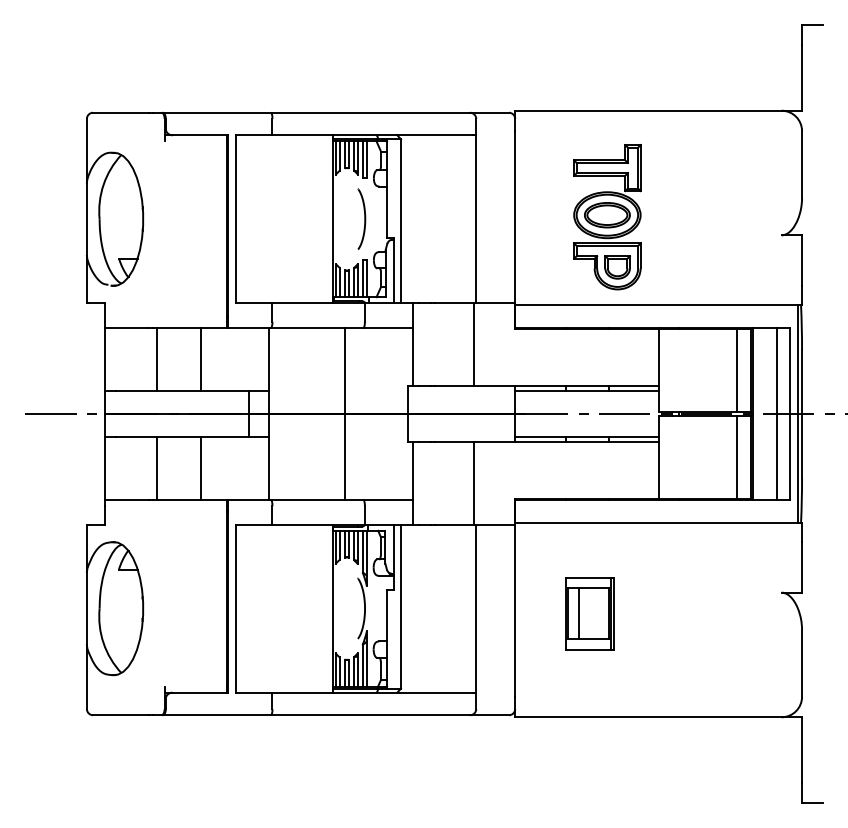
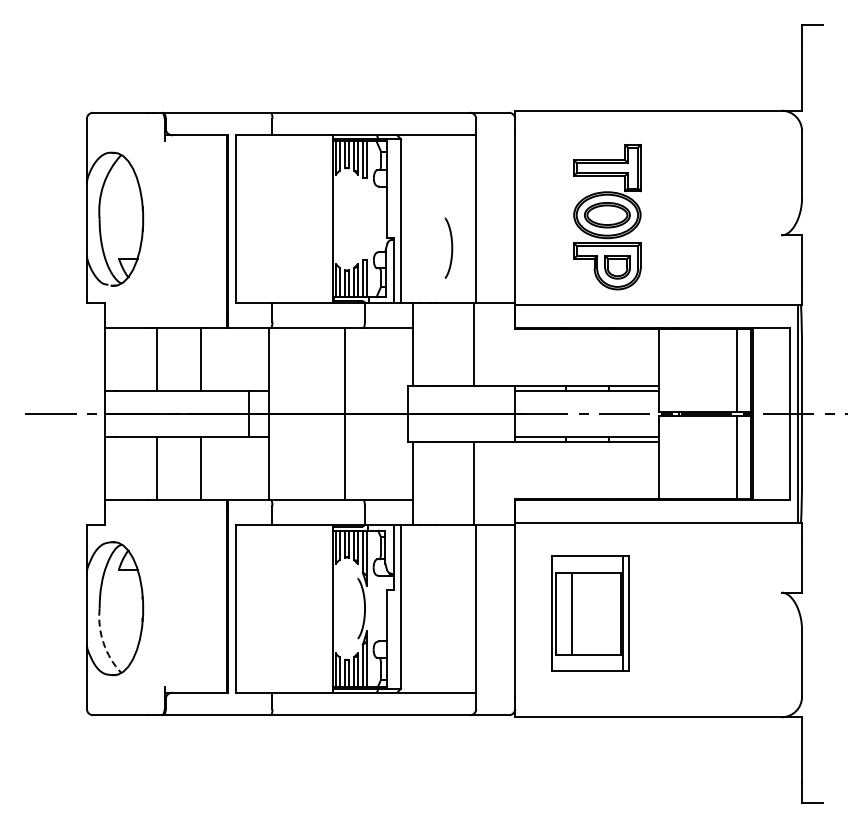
curve at (364, 218) position: (364, 218) -> (451, 247)
line at (777, 413): present -> none
part at (589, 613) size: 50x74 px -> 79x117 px
arc at (103, 643): solid -> dashed
